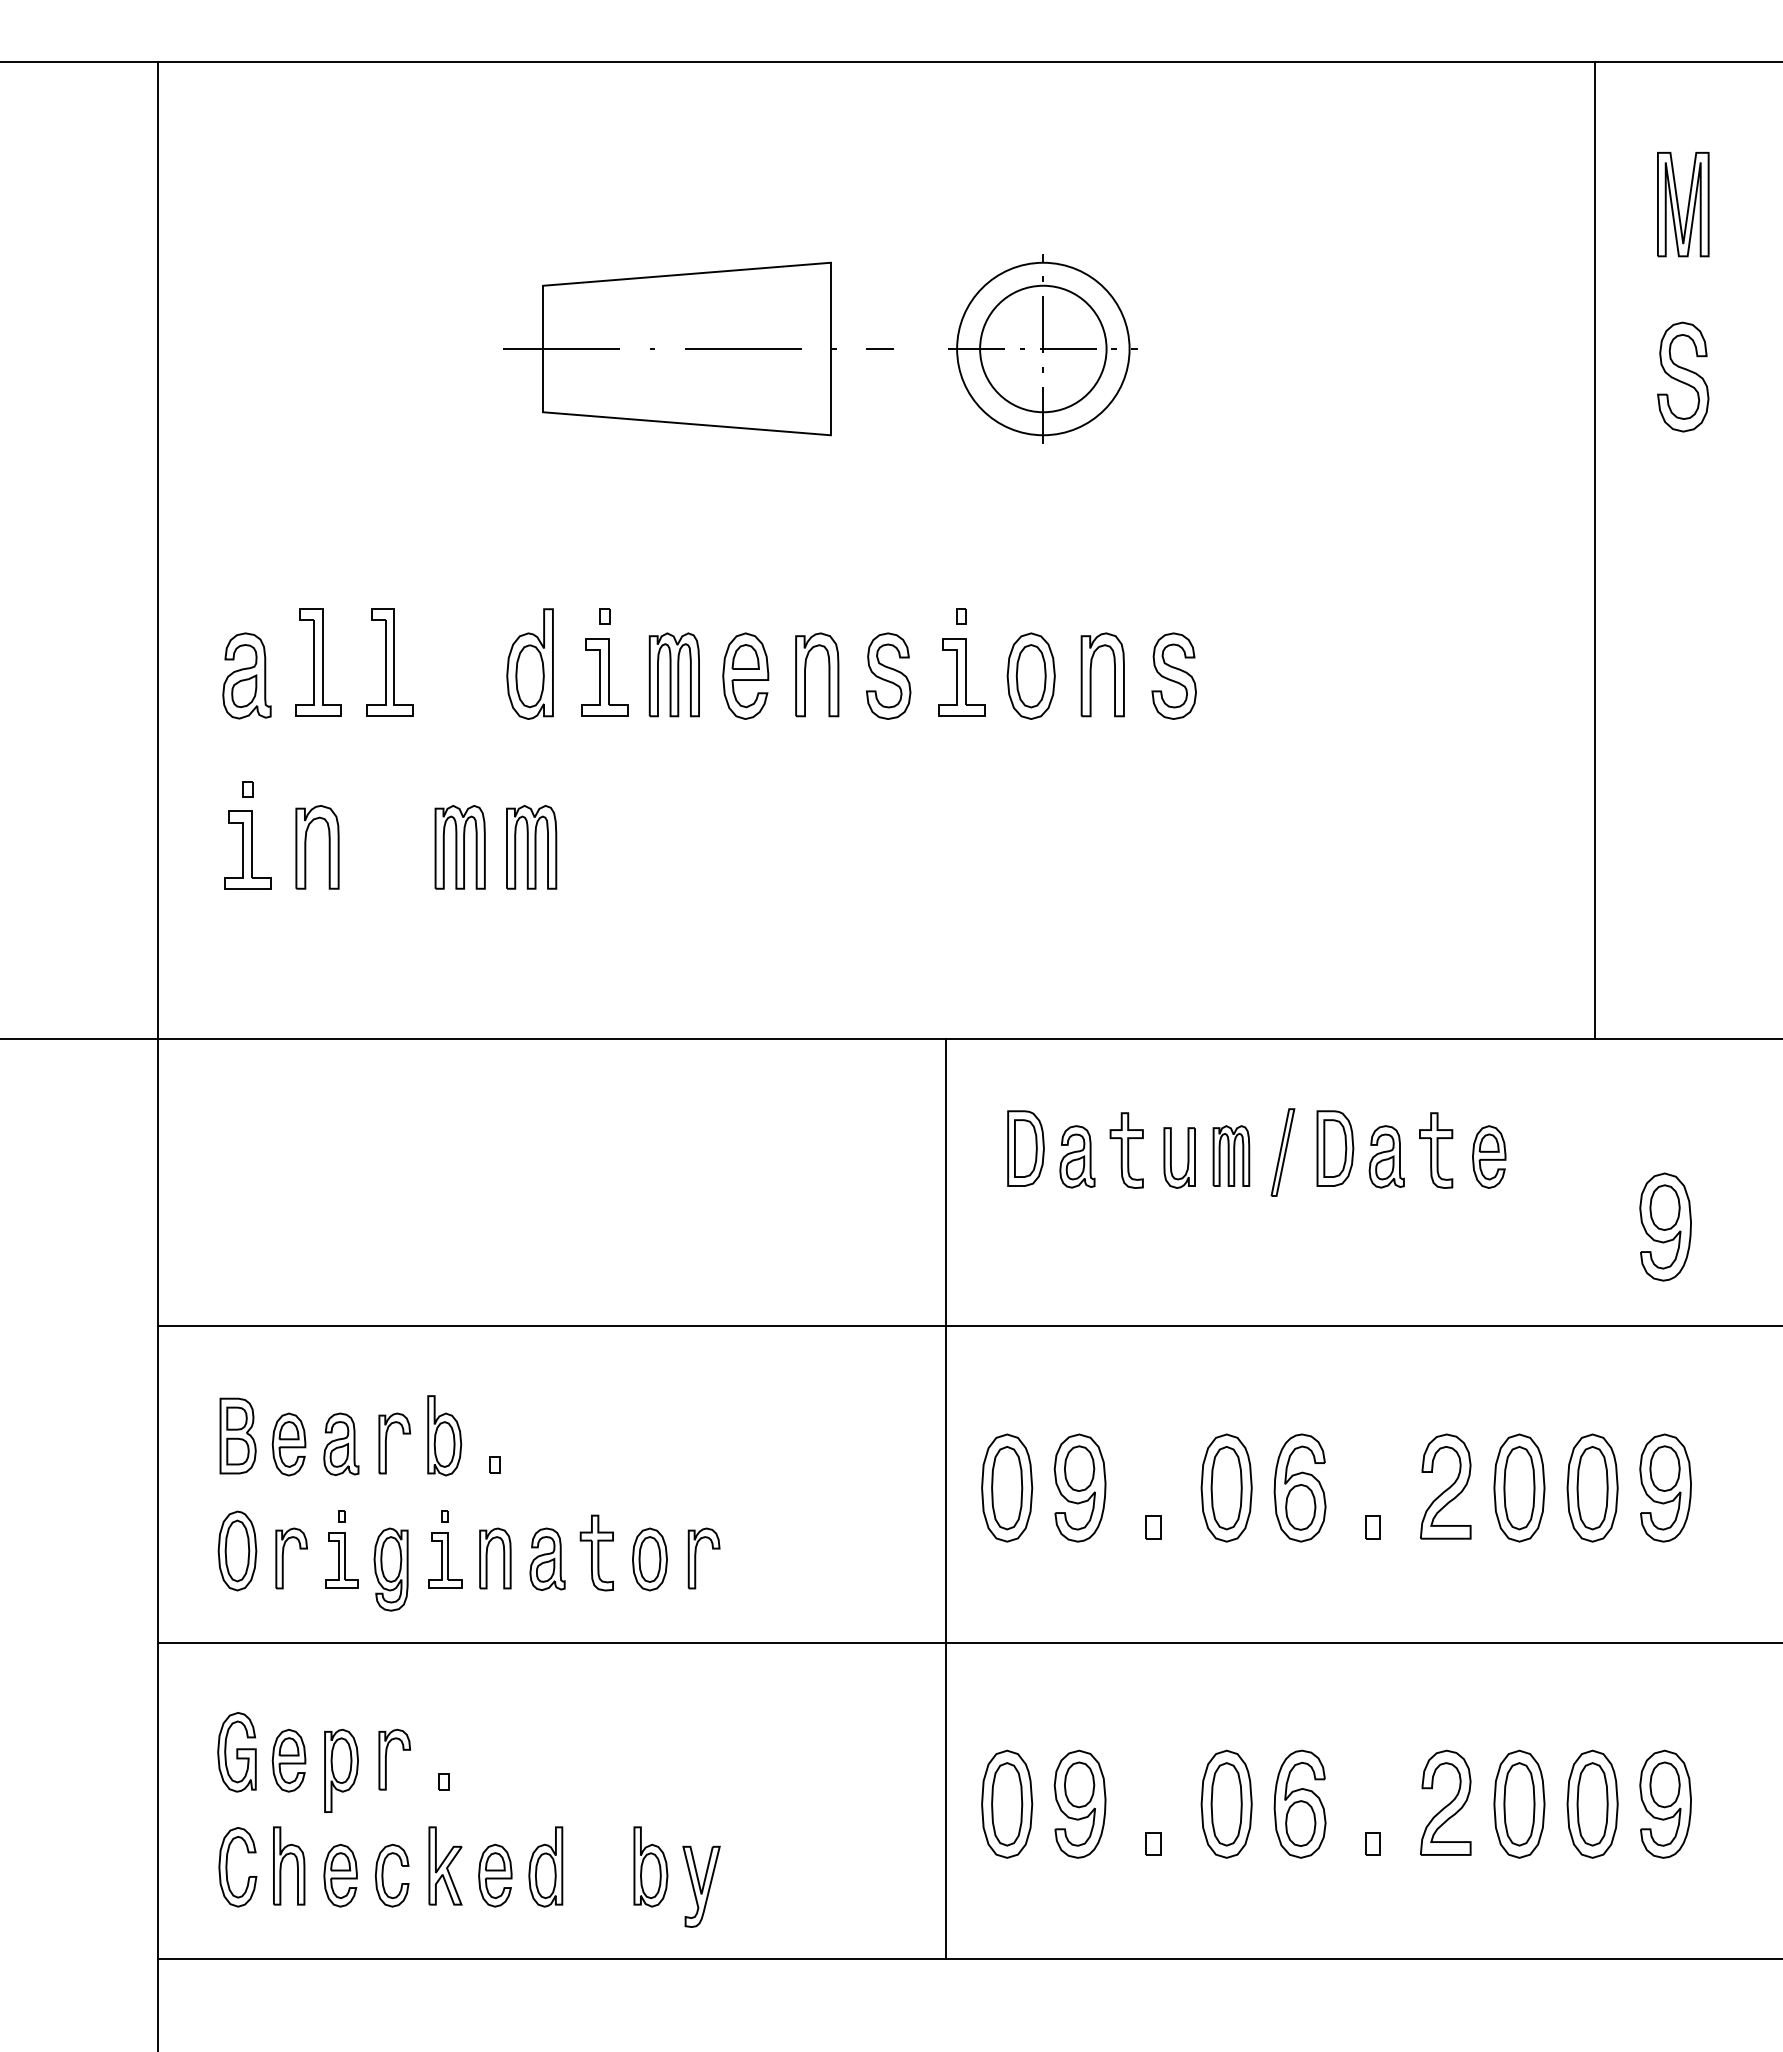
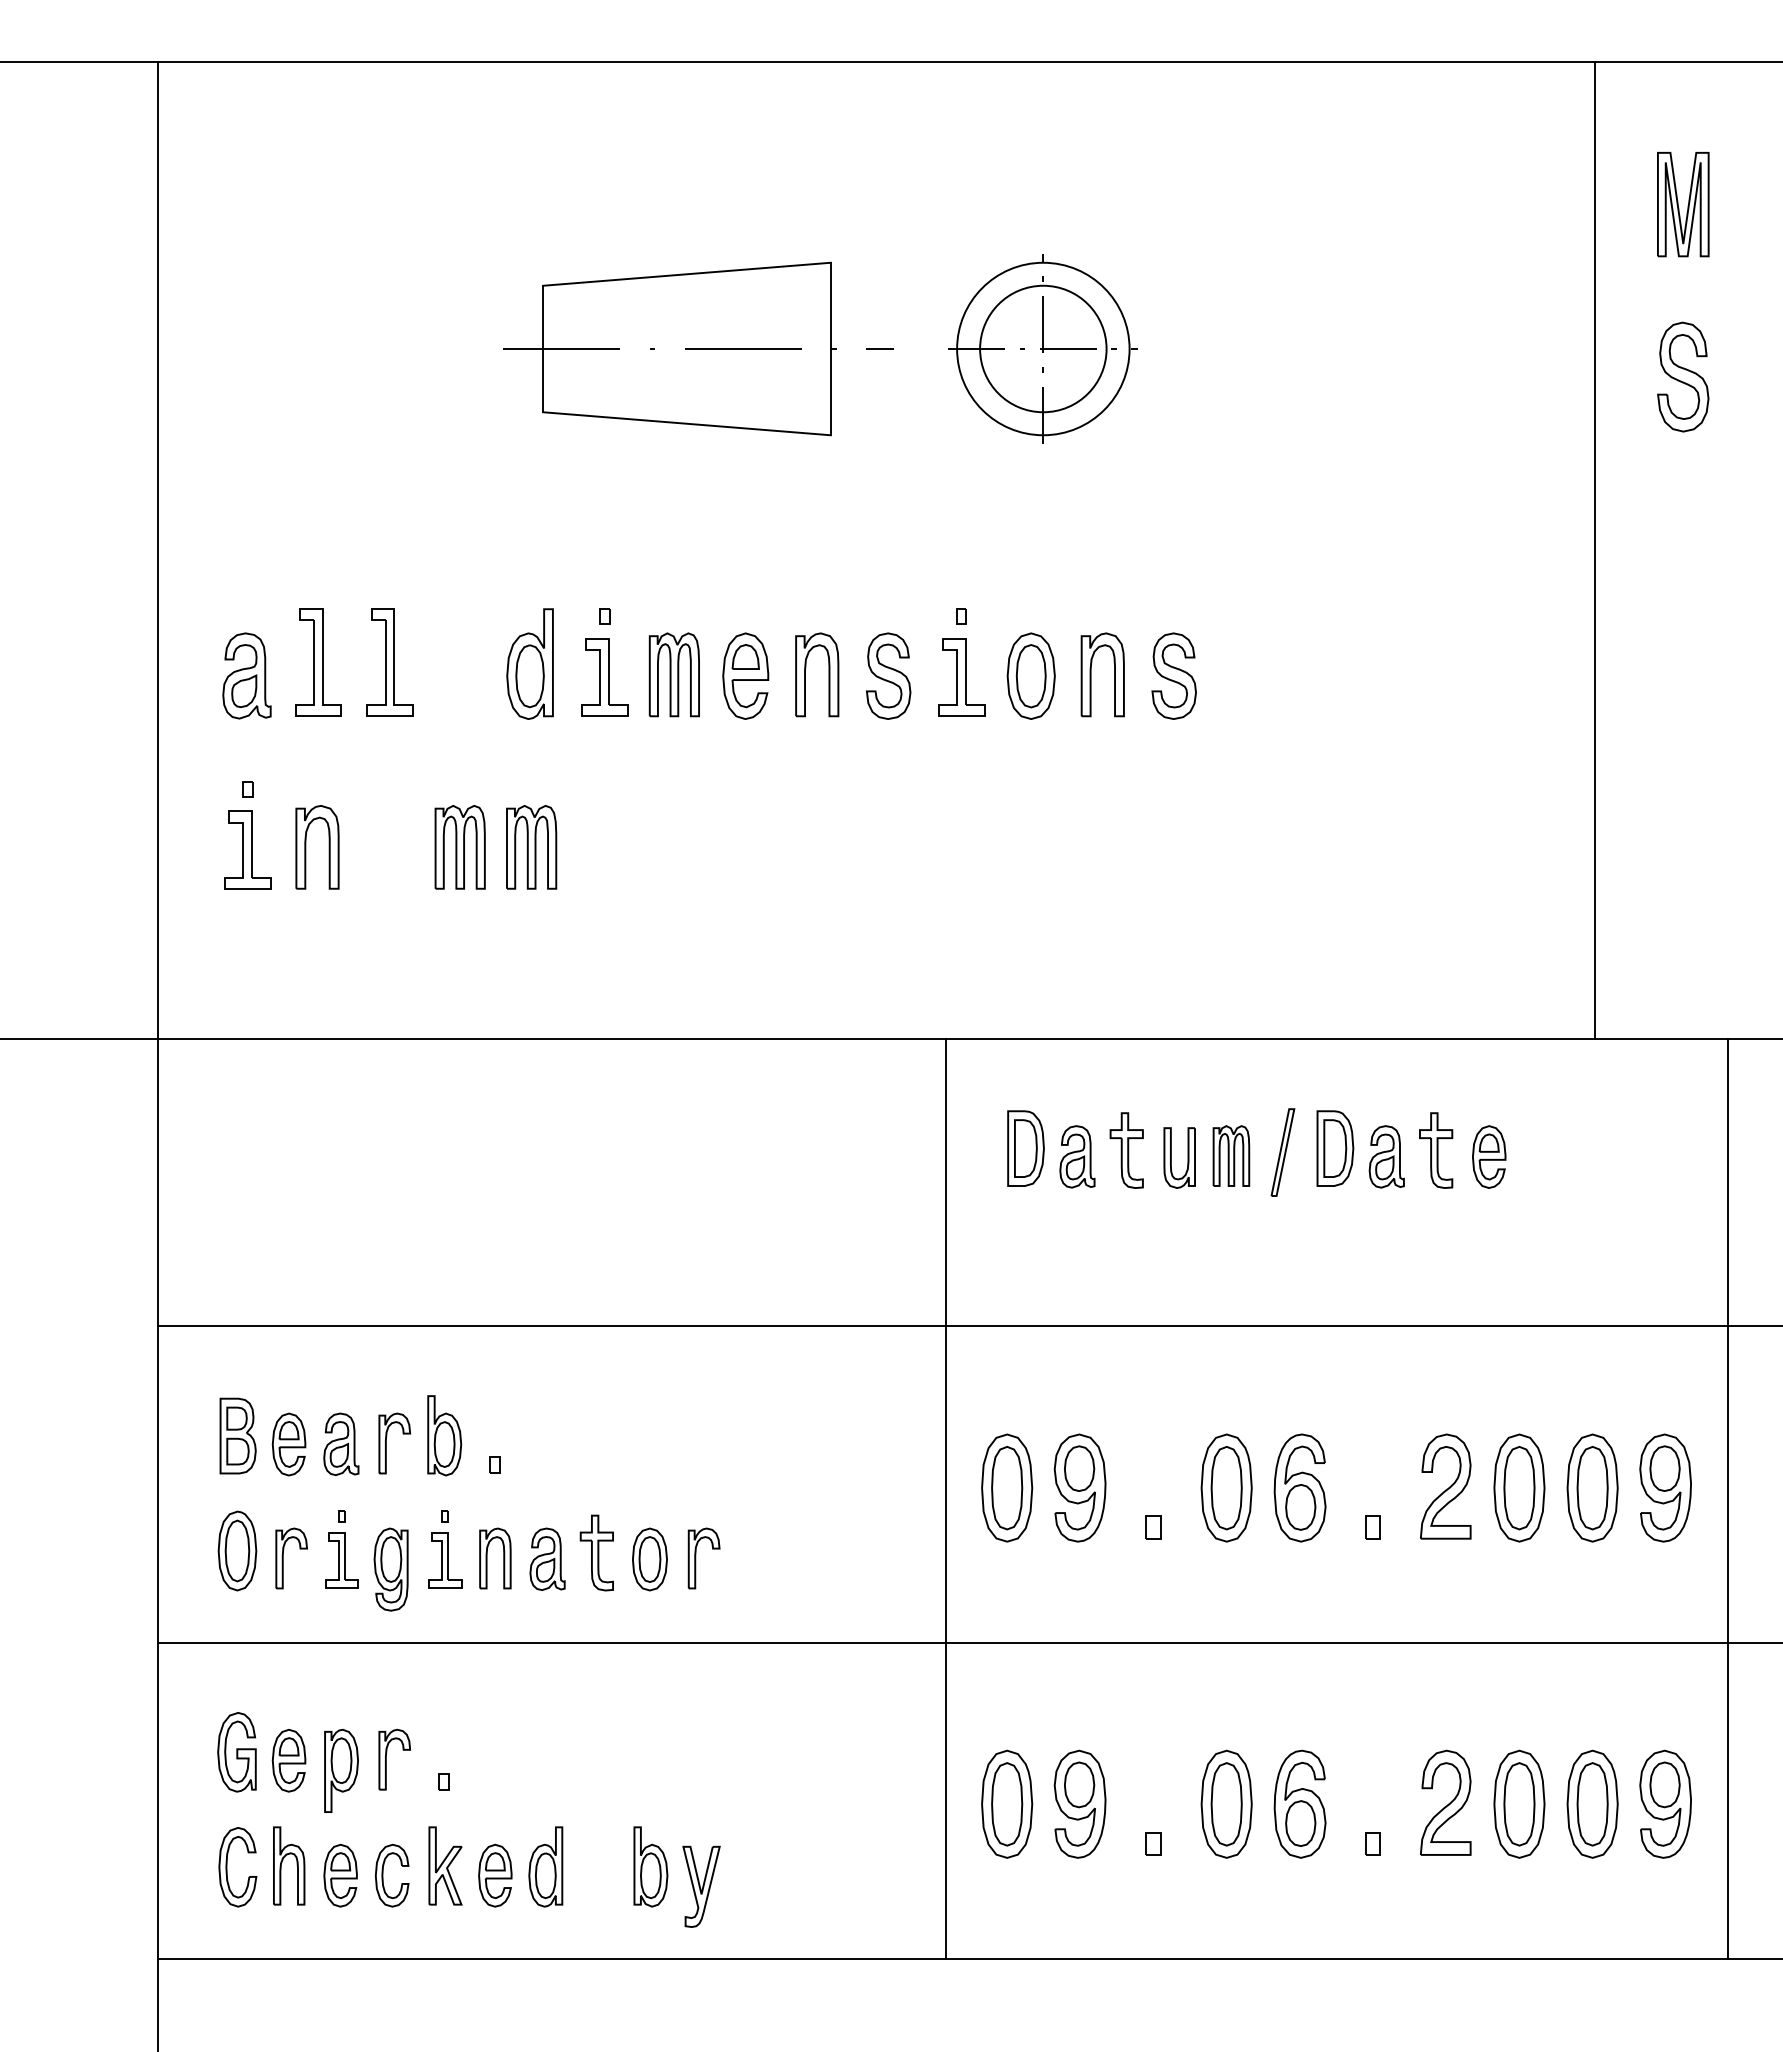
part at (1665, 1226): present -> none
line at (1727, 1498): none -> present
